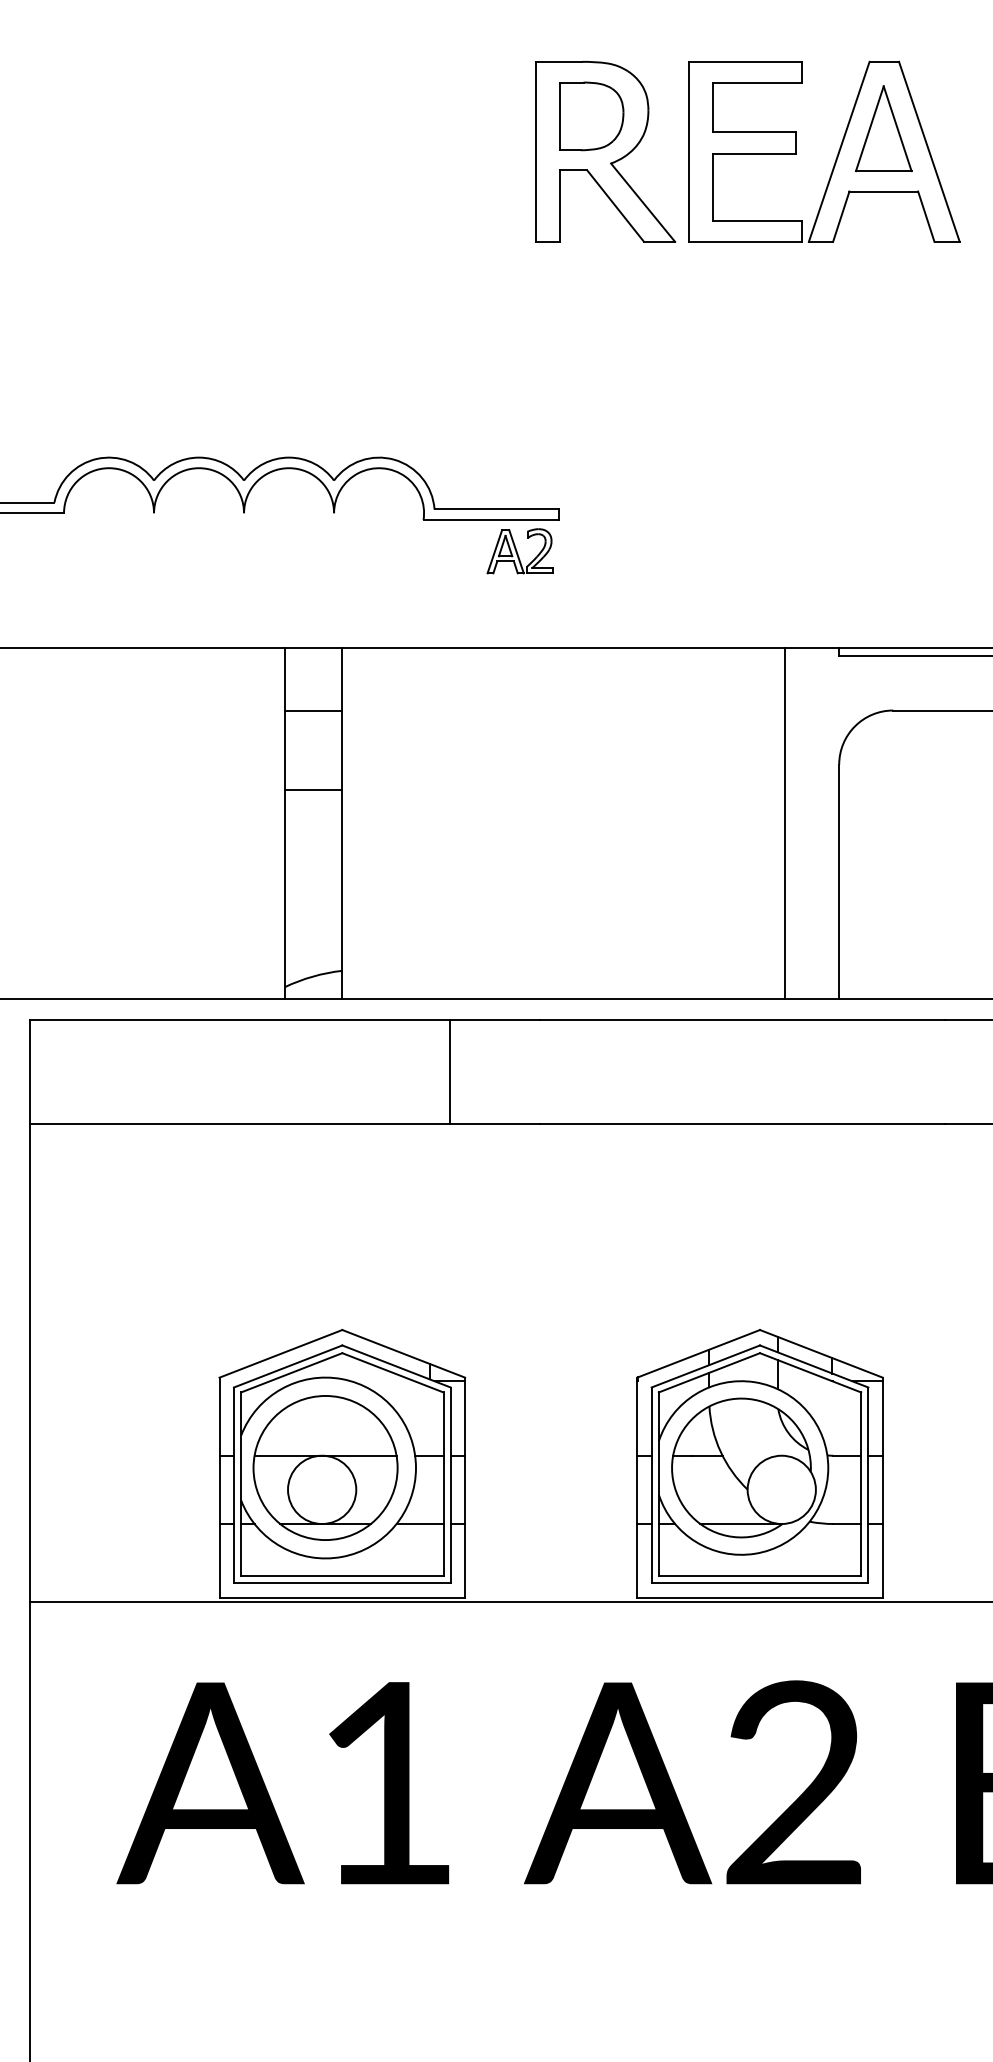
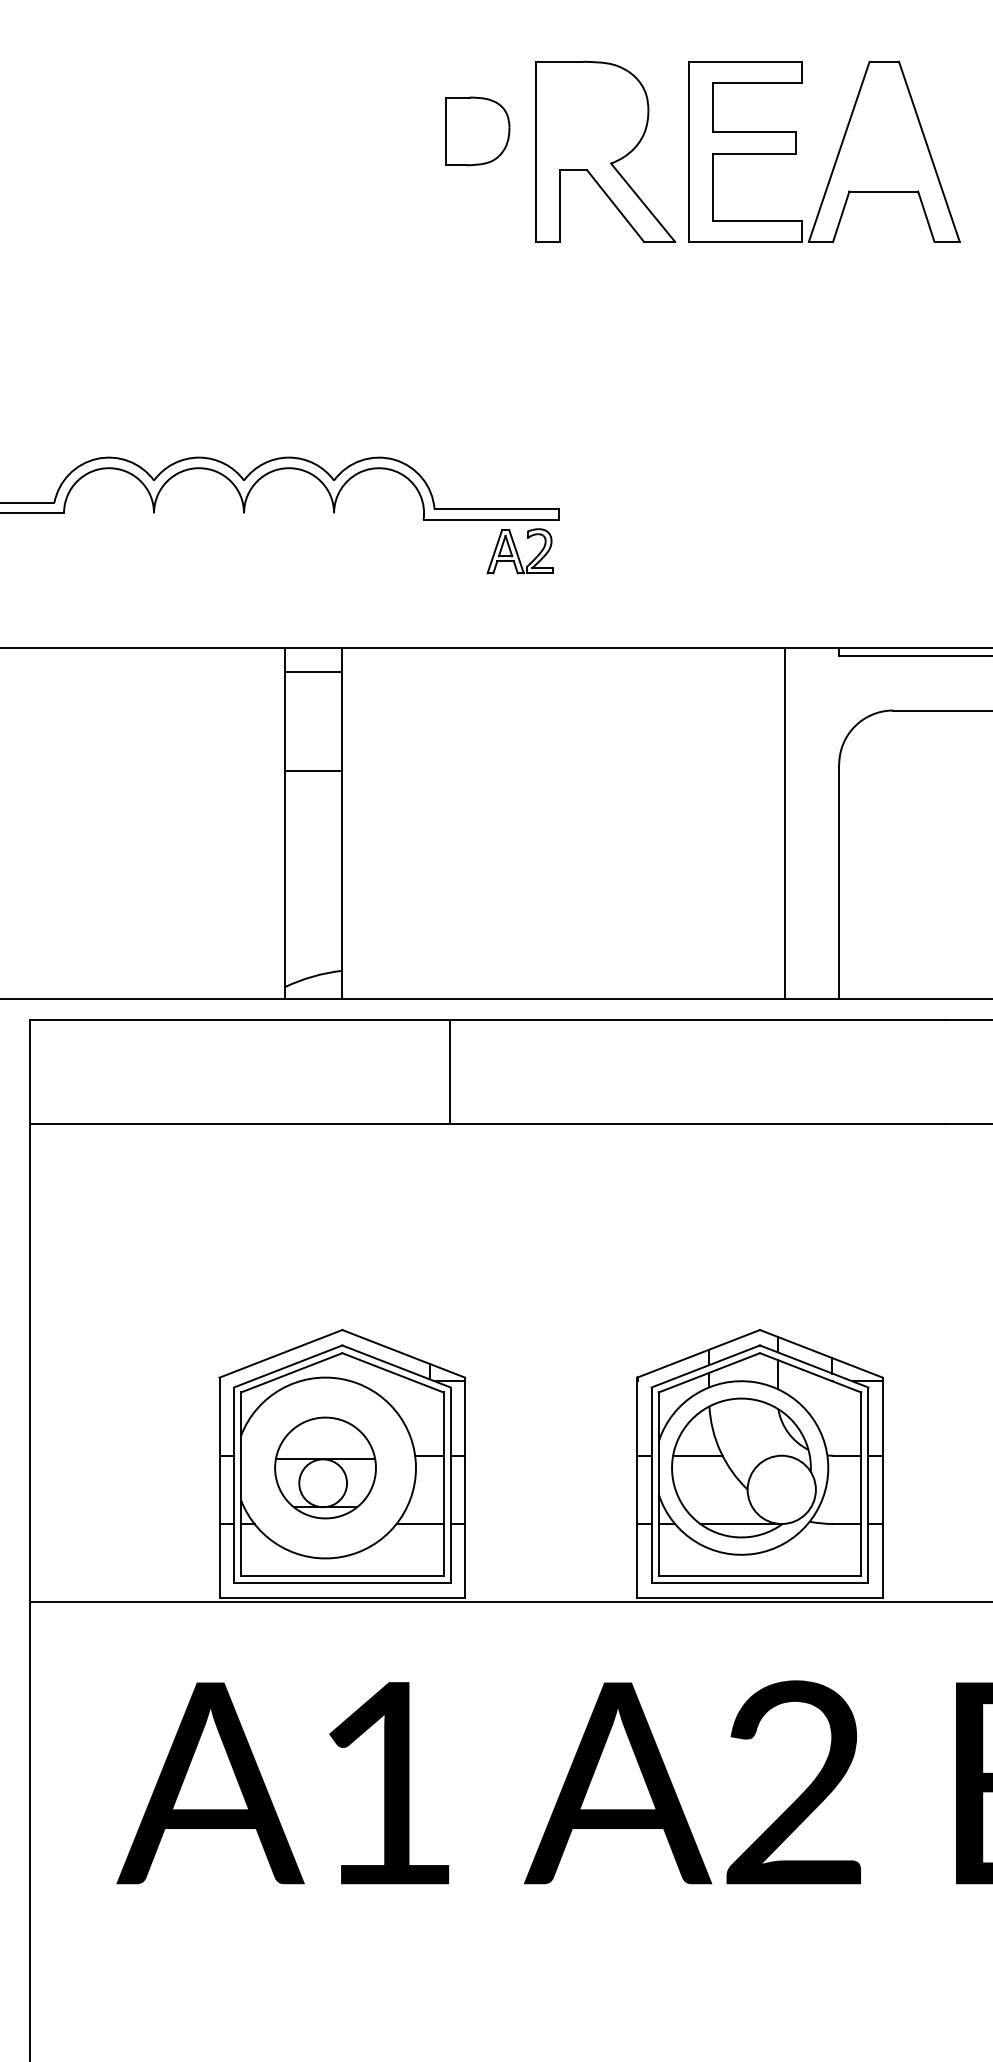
part at (591, 116) position: (591, 116) -> (477, 131)
part at (883, 128): present -> none
line at (313, 710) position: (313, 710) -> (313, 671)
line at (313, 789) position: (313, 789) -> (313, 770)
part at (325, 1467) size: 147x146 px -> 103x104 px
